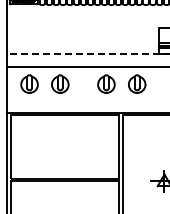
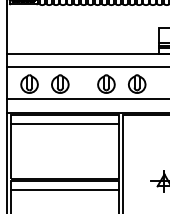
line at (87, 54): dashed -> solid
line at (86, 99): none -> present
line at (64, 124): none -> present
line at (64, 190): none -> present
